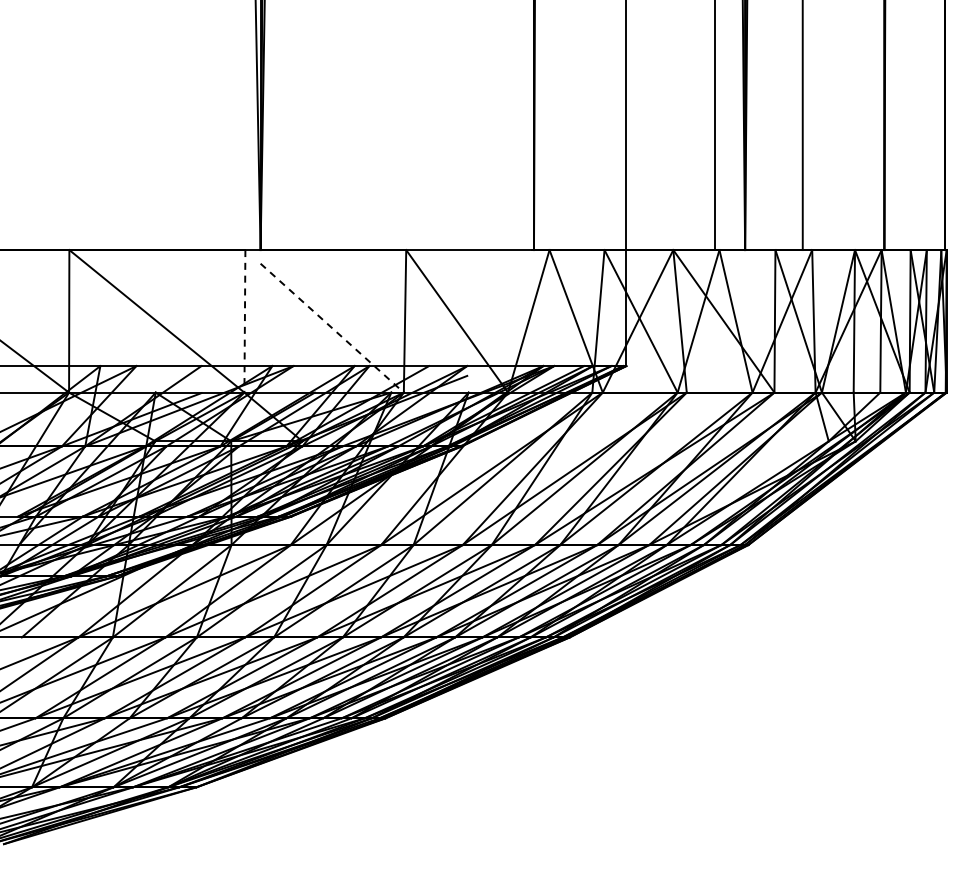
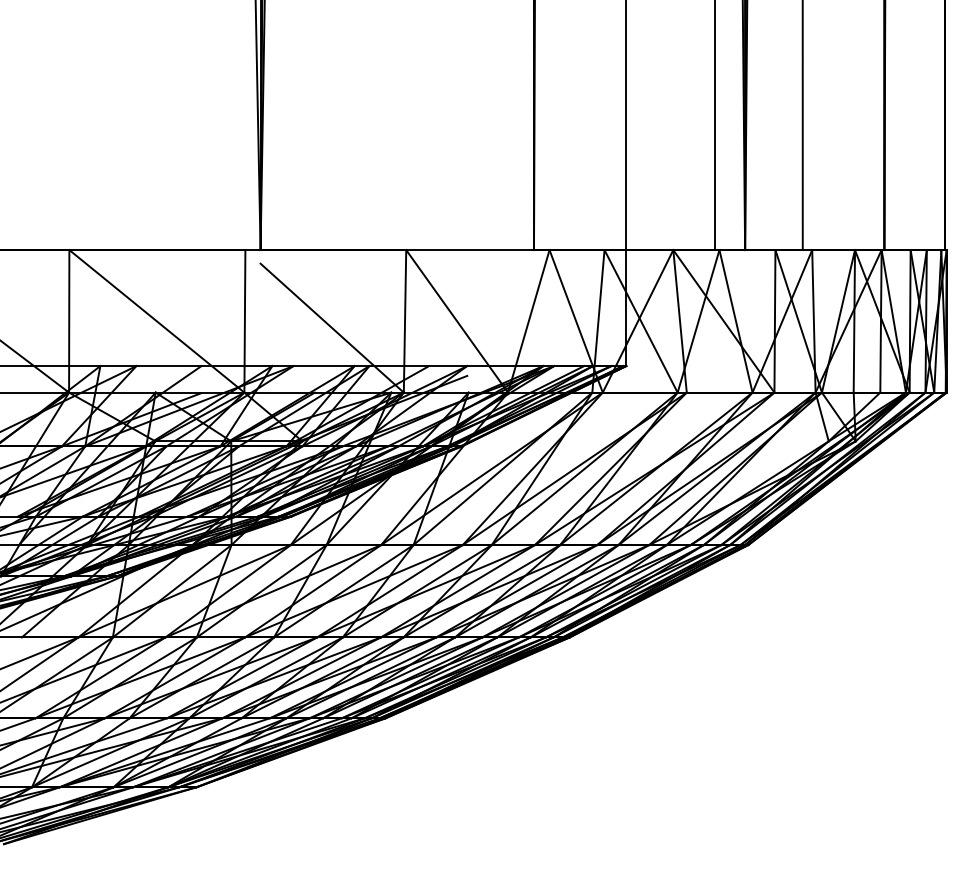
line at (244, 321): dashed -> solid
line at (332, 328): dashed -> solid
